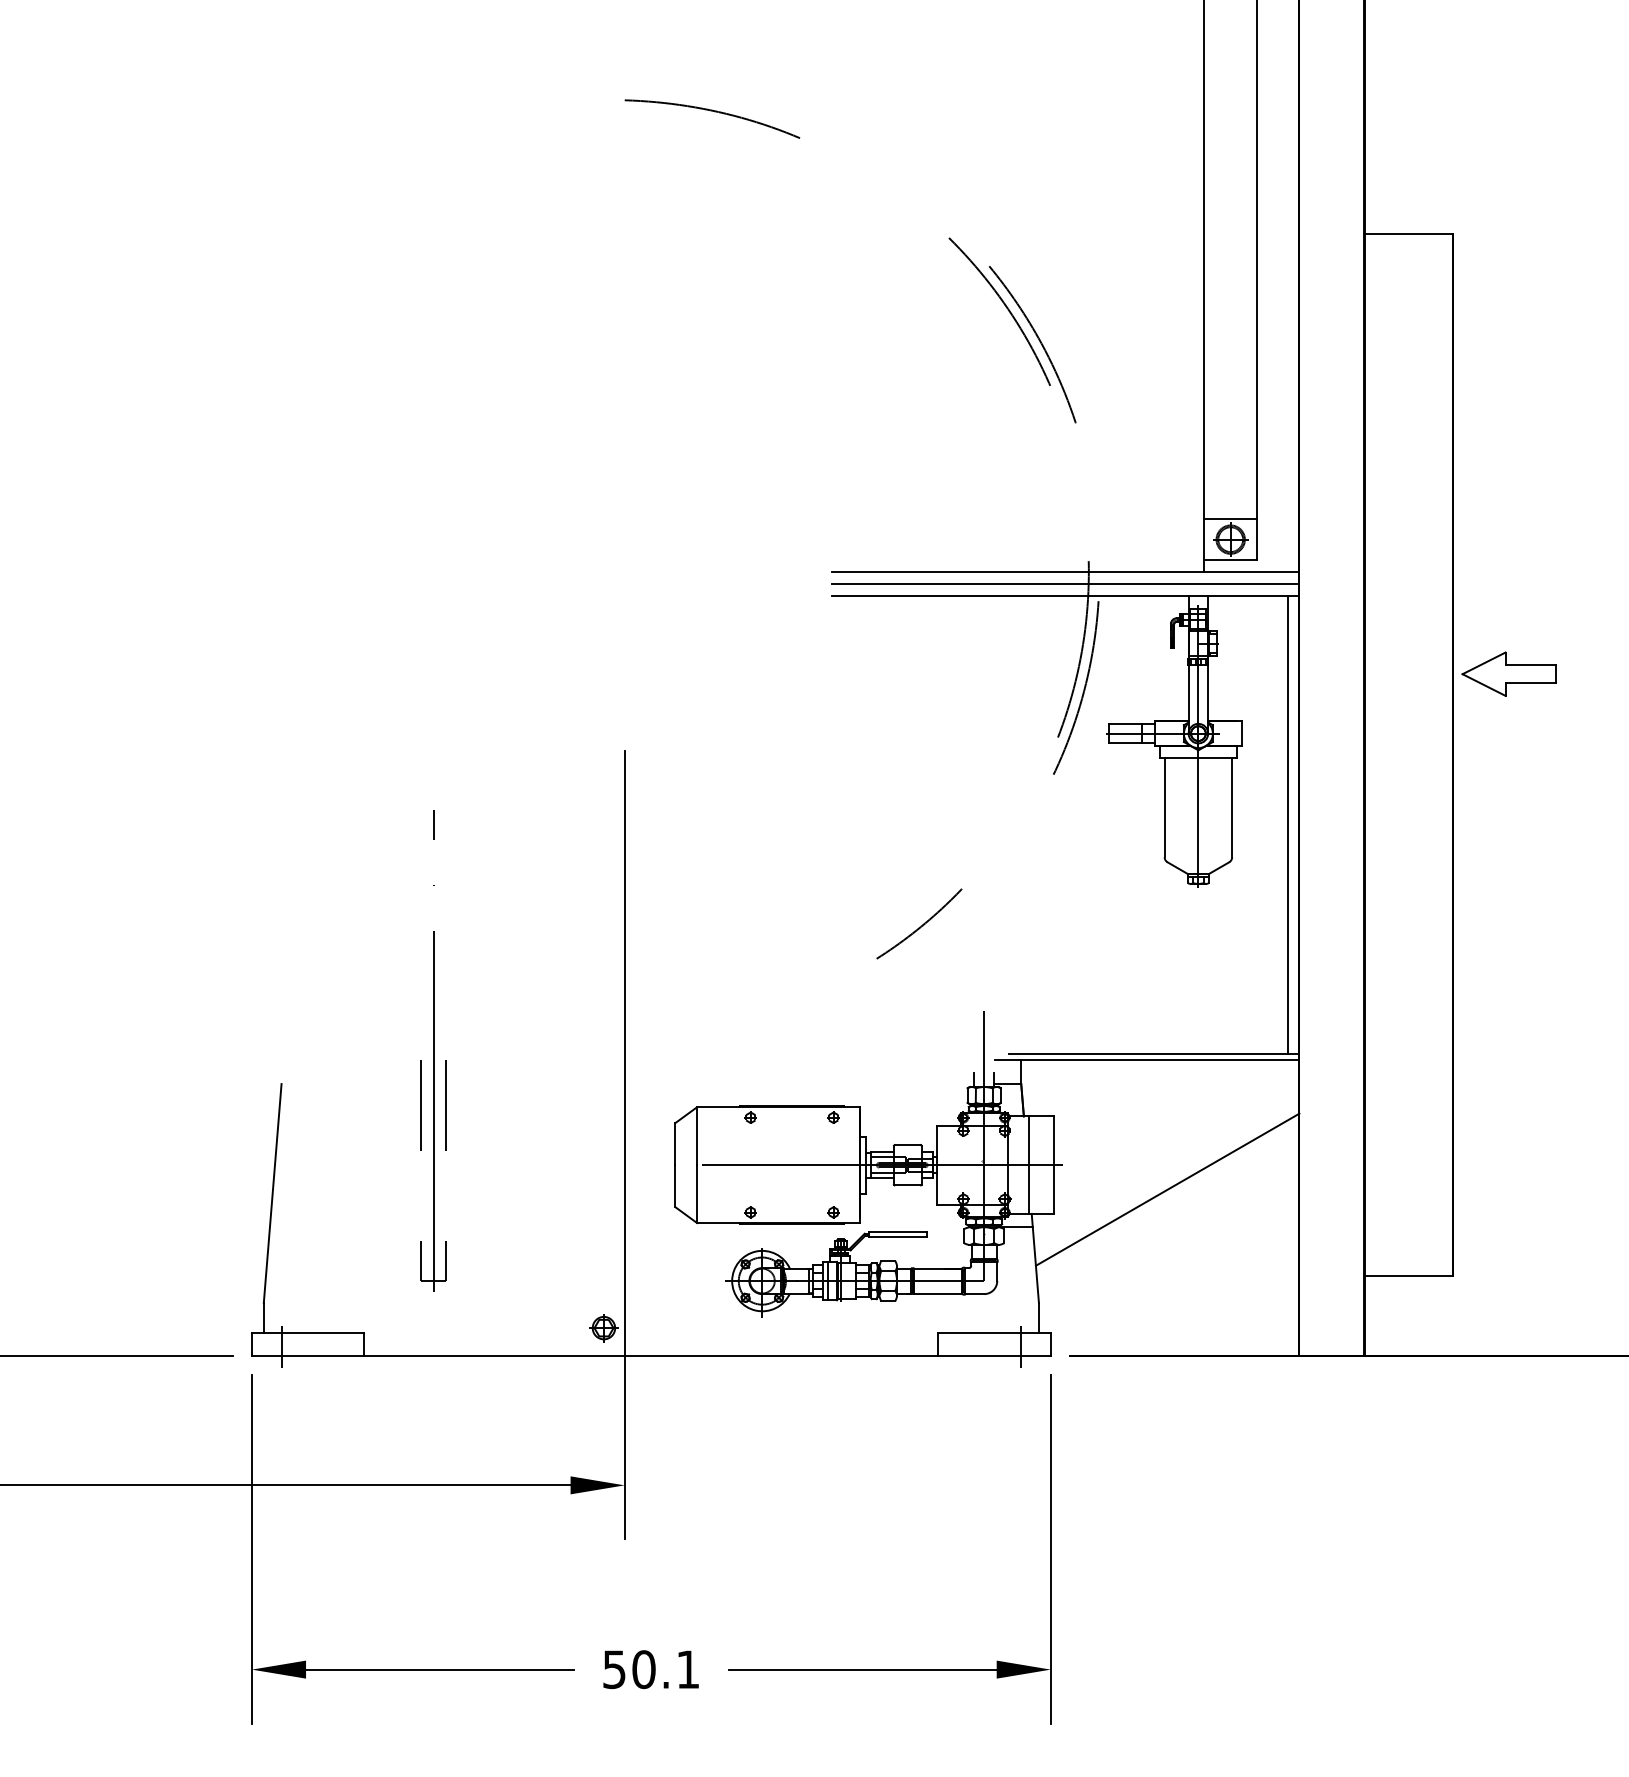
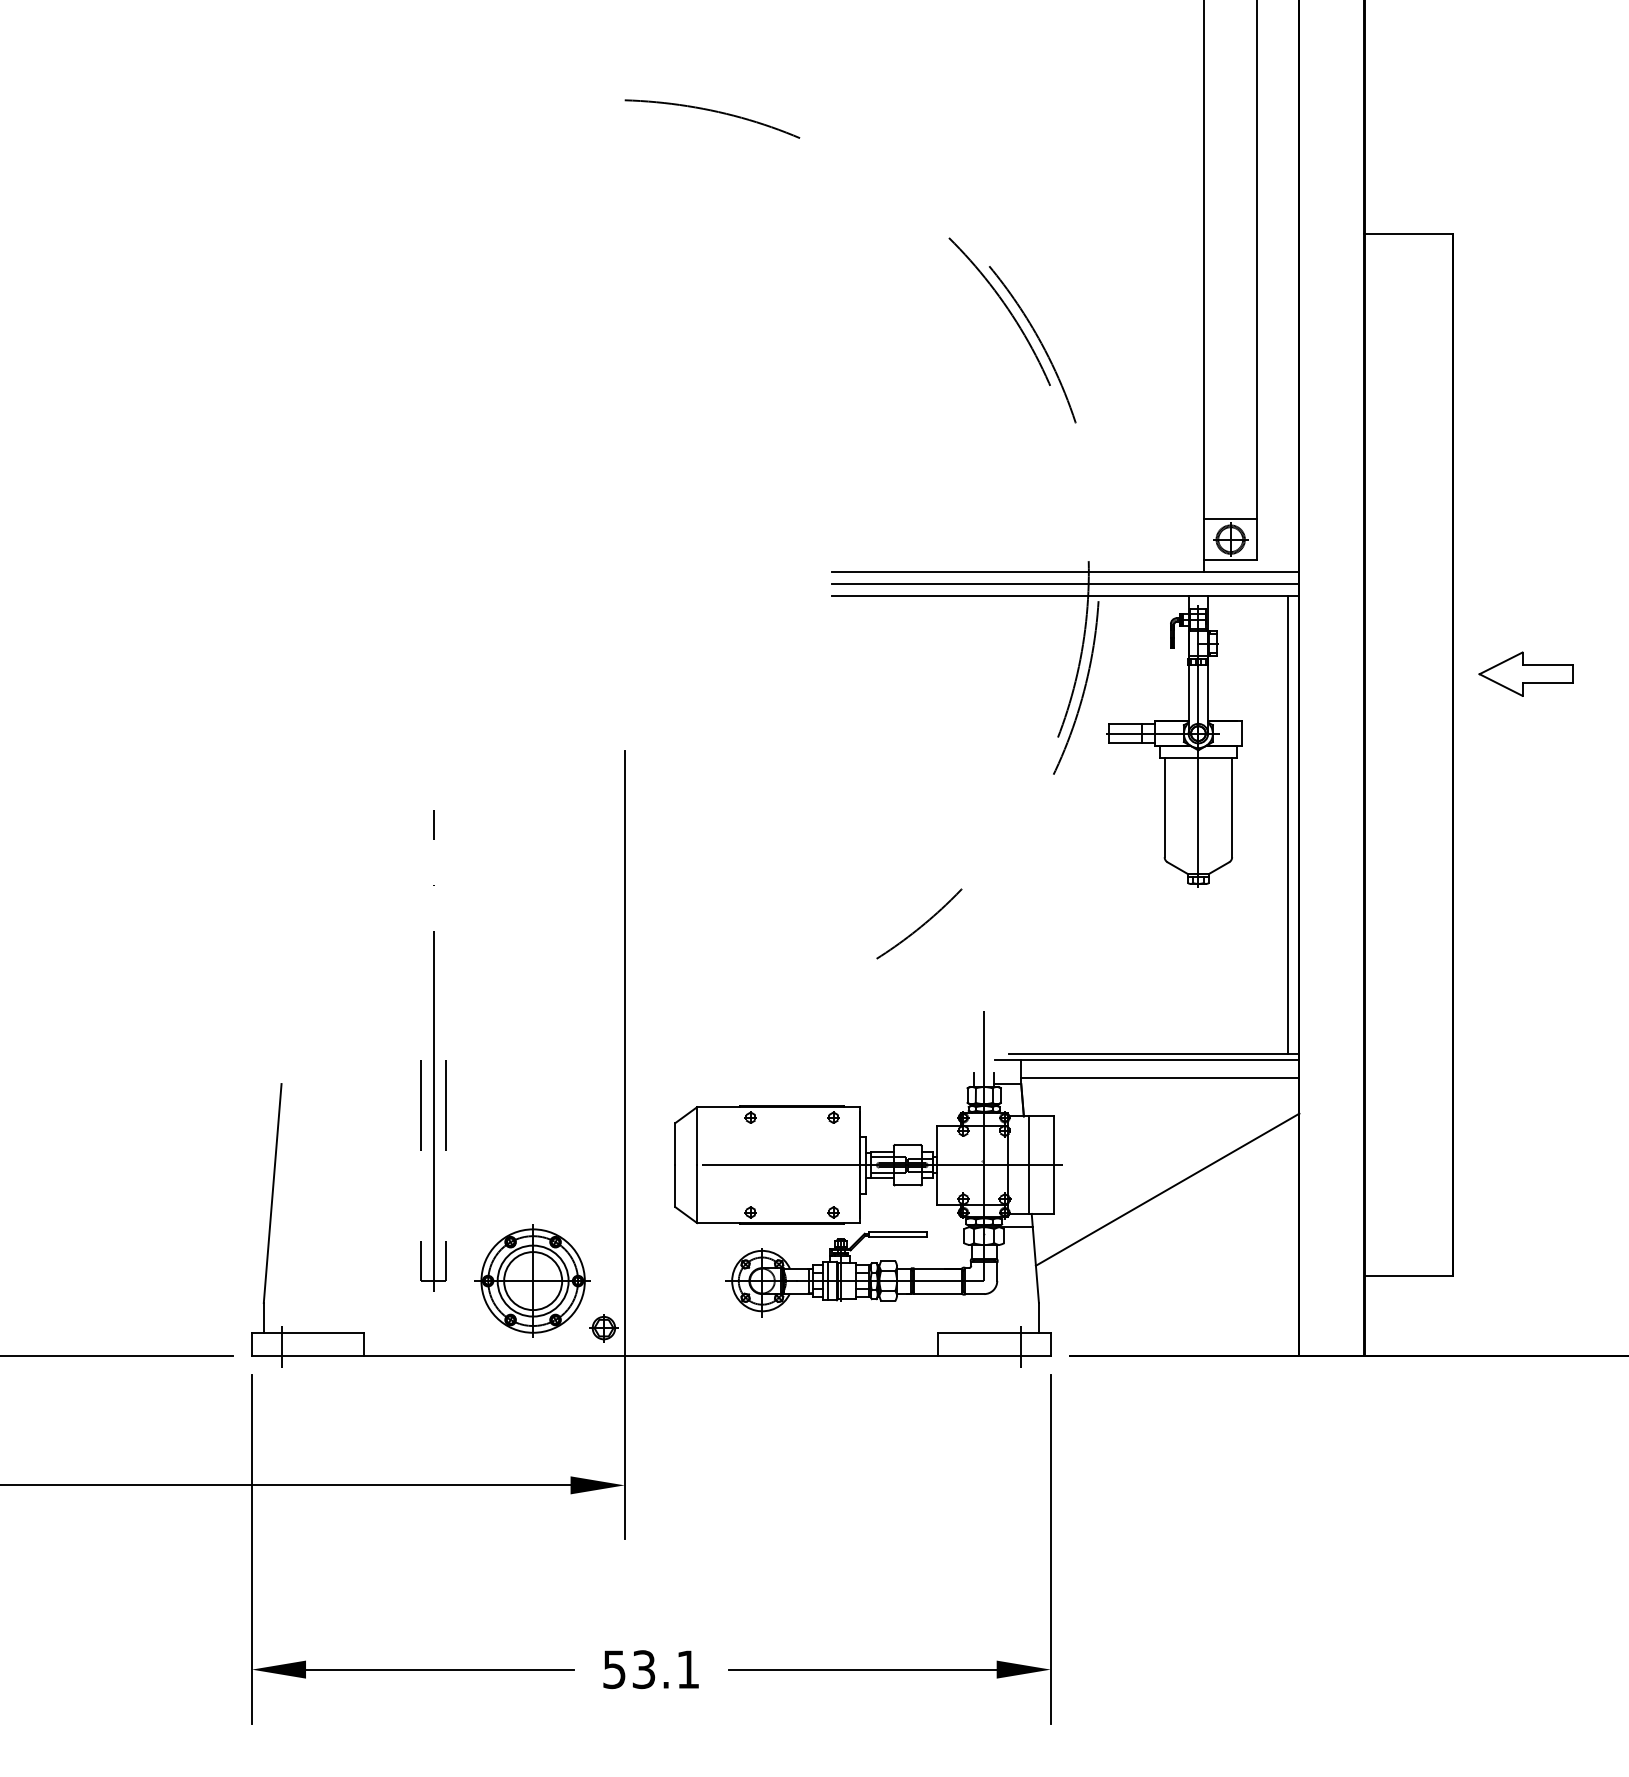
part at (1508, 673) position: (1508, 673) -> (1525, 673)
line at (1160, 1078): none -> present
part at (532, 1280): none -> present
text at (643, 1669): 50.1 -> 53.1
